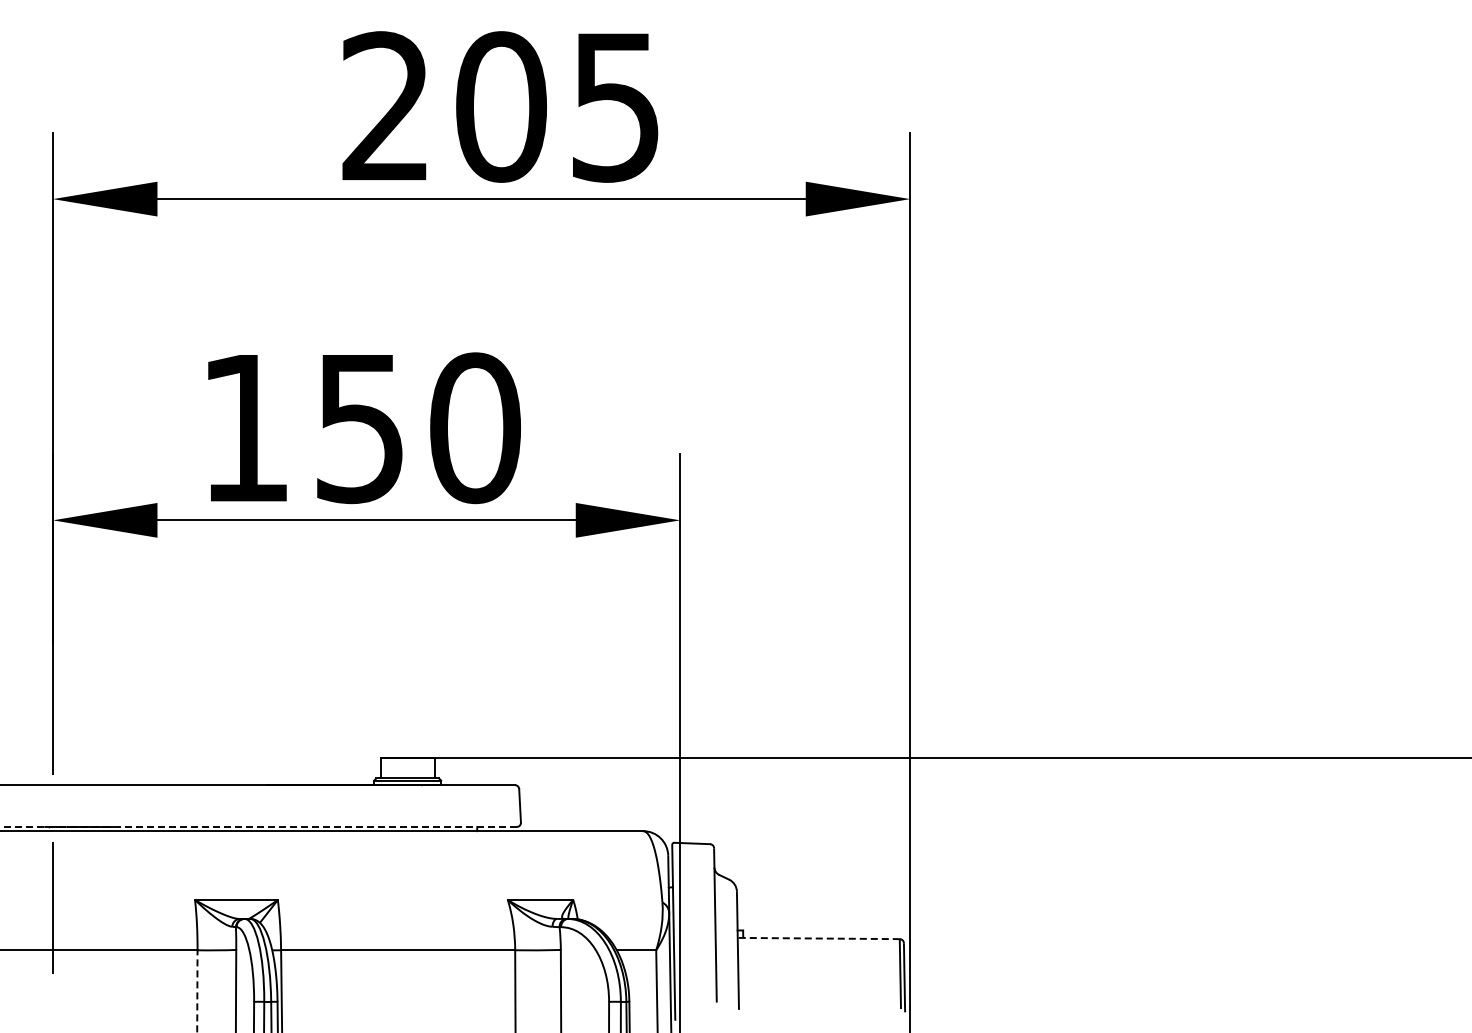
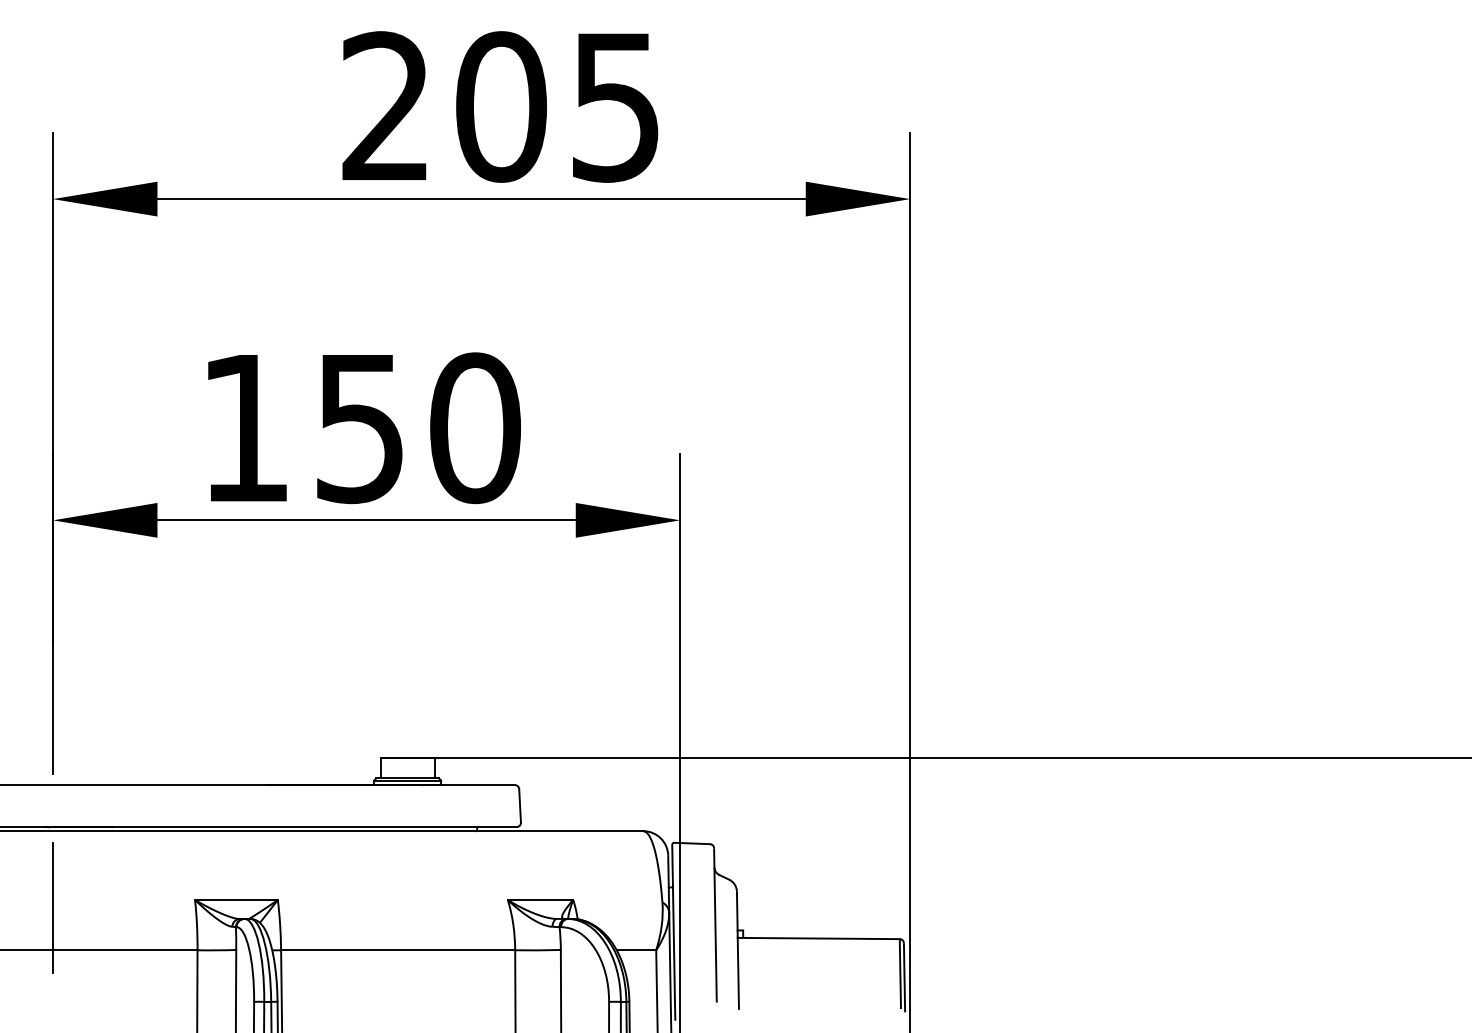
line at (257, 826): dashed -> solid
line at (818, 938): dashed -> solid
line at (197, 991): dashed -> solid
